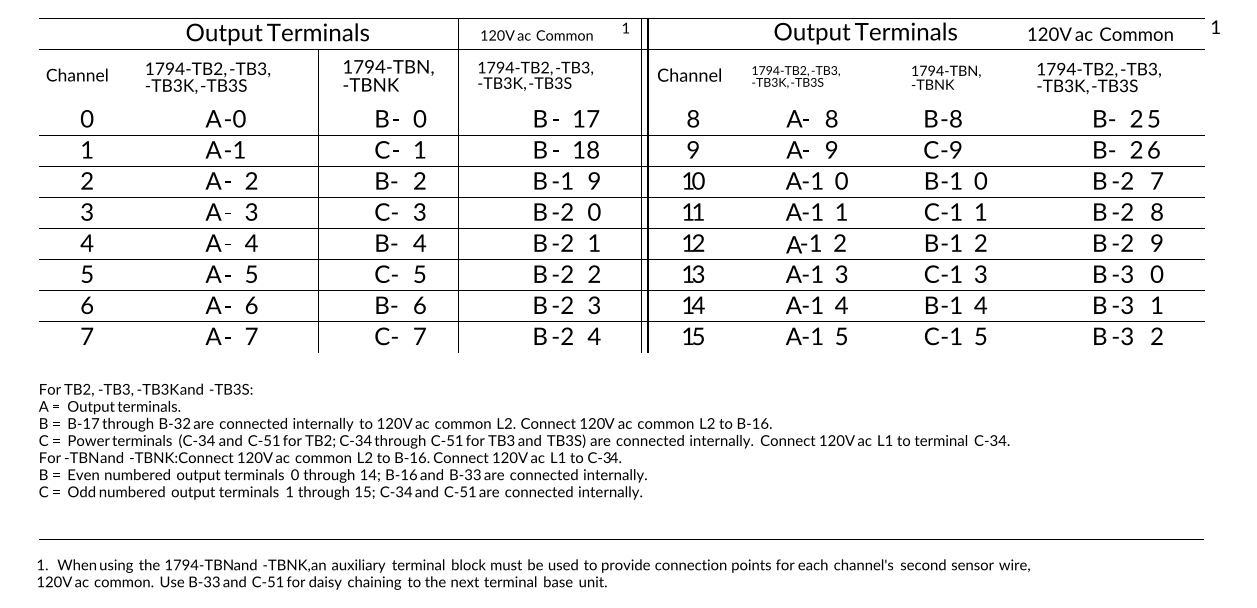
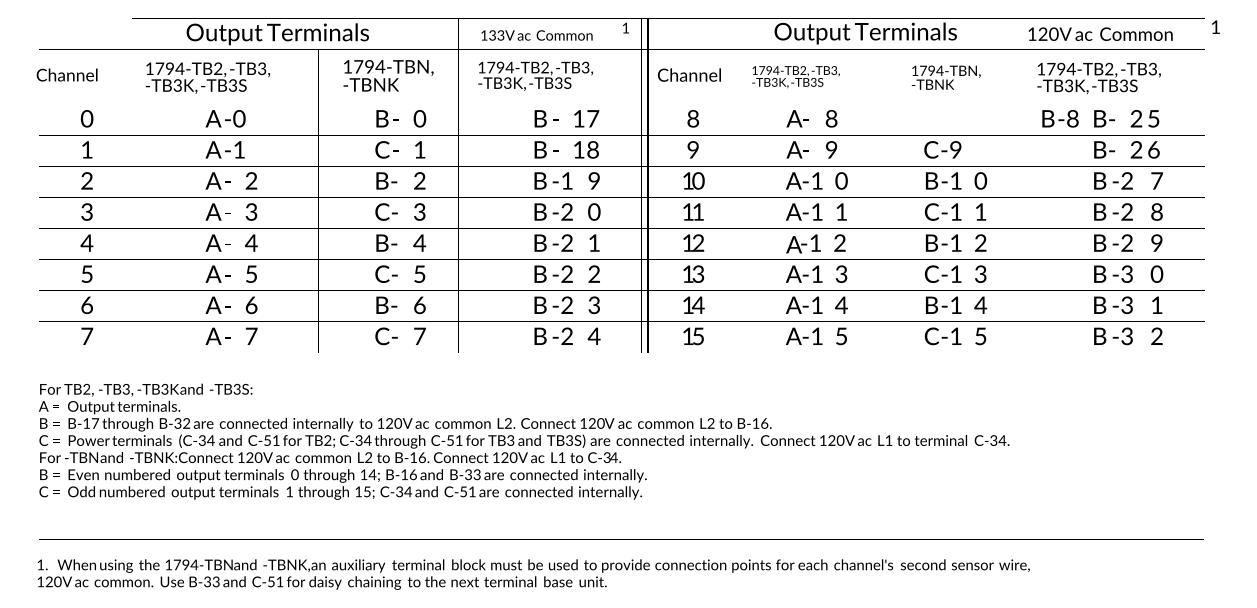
fill at (84, 18): present -> none
text at (496, 35): 120V -> 133V
text at (76, 74) position: (76, 74) -> (66, 74)
text at (943, 118) position: (943, 118) -> (1060, 118)
